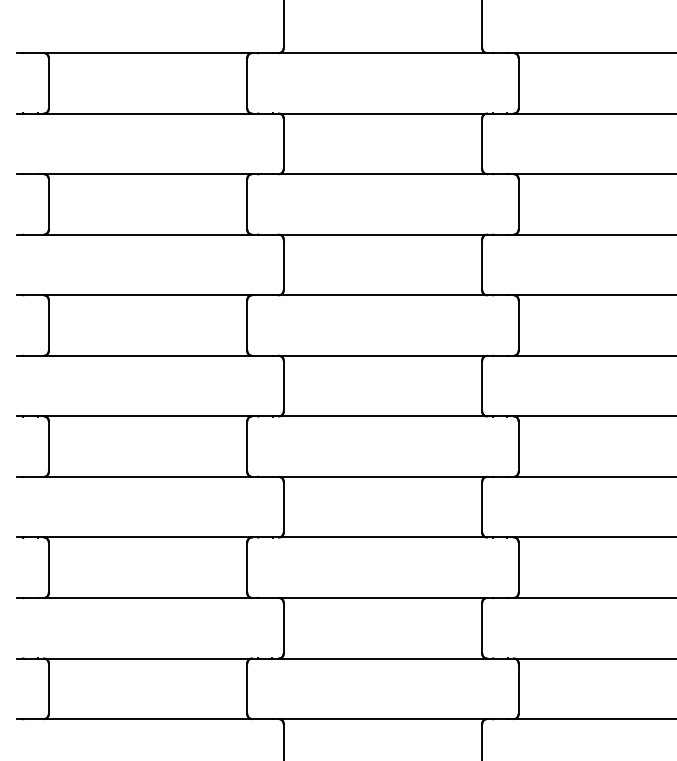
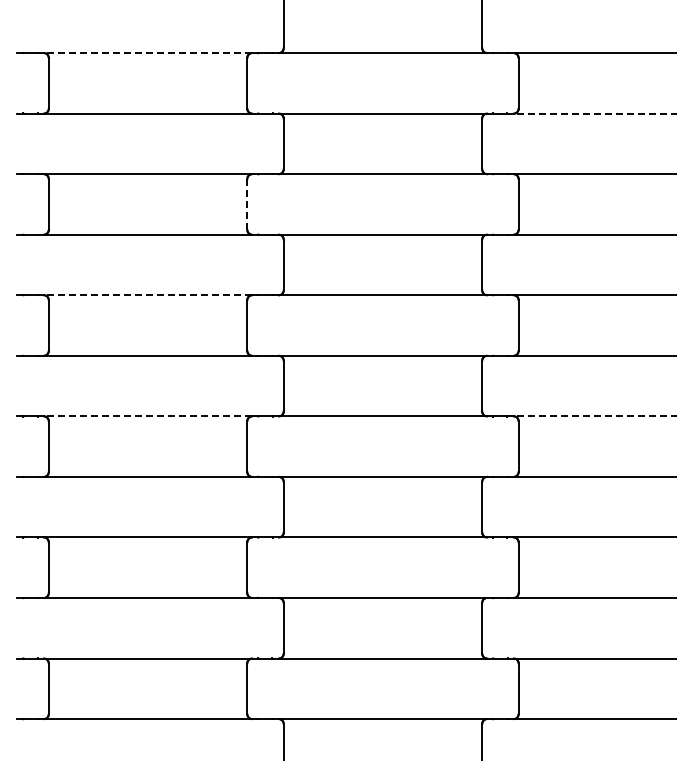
line at (147, 53): solid -> dashed
line at (594, 113): solid -> dashed
line at (247, 204): solid -> dashed
line at (147, 295): solid -> dashed
line at (147, 416): solid -> dashed
line at (594, 416): solid -> dashed
